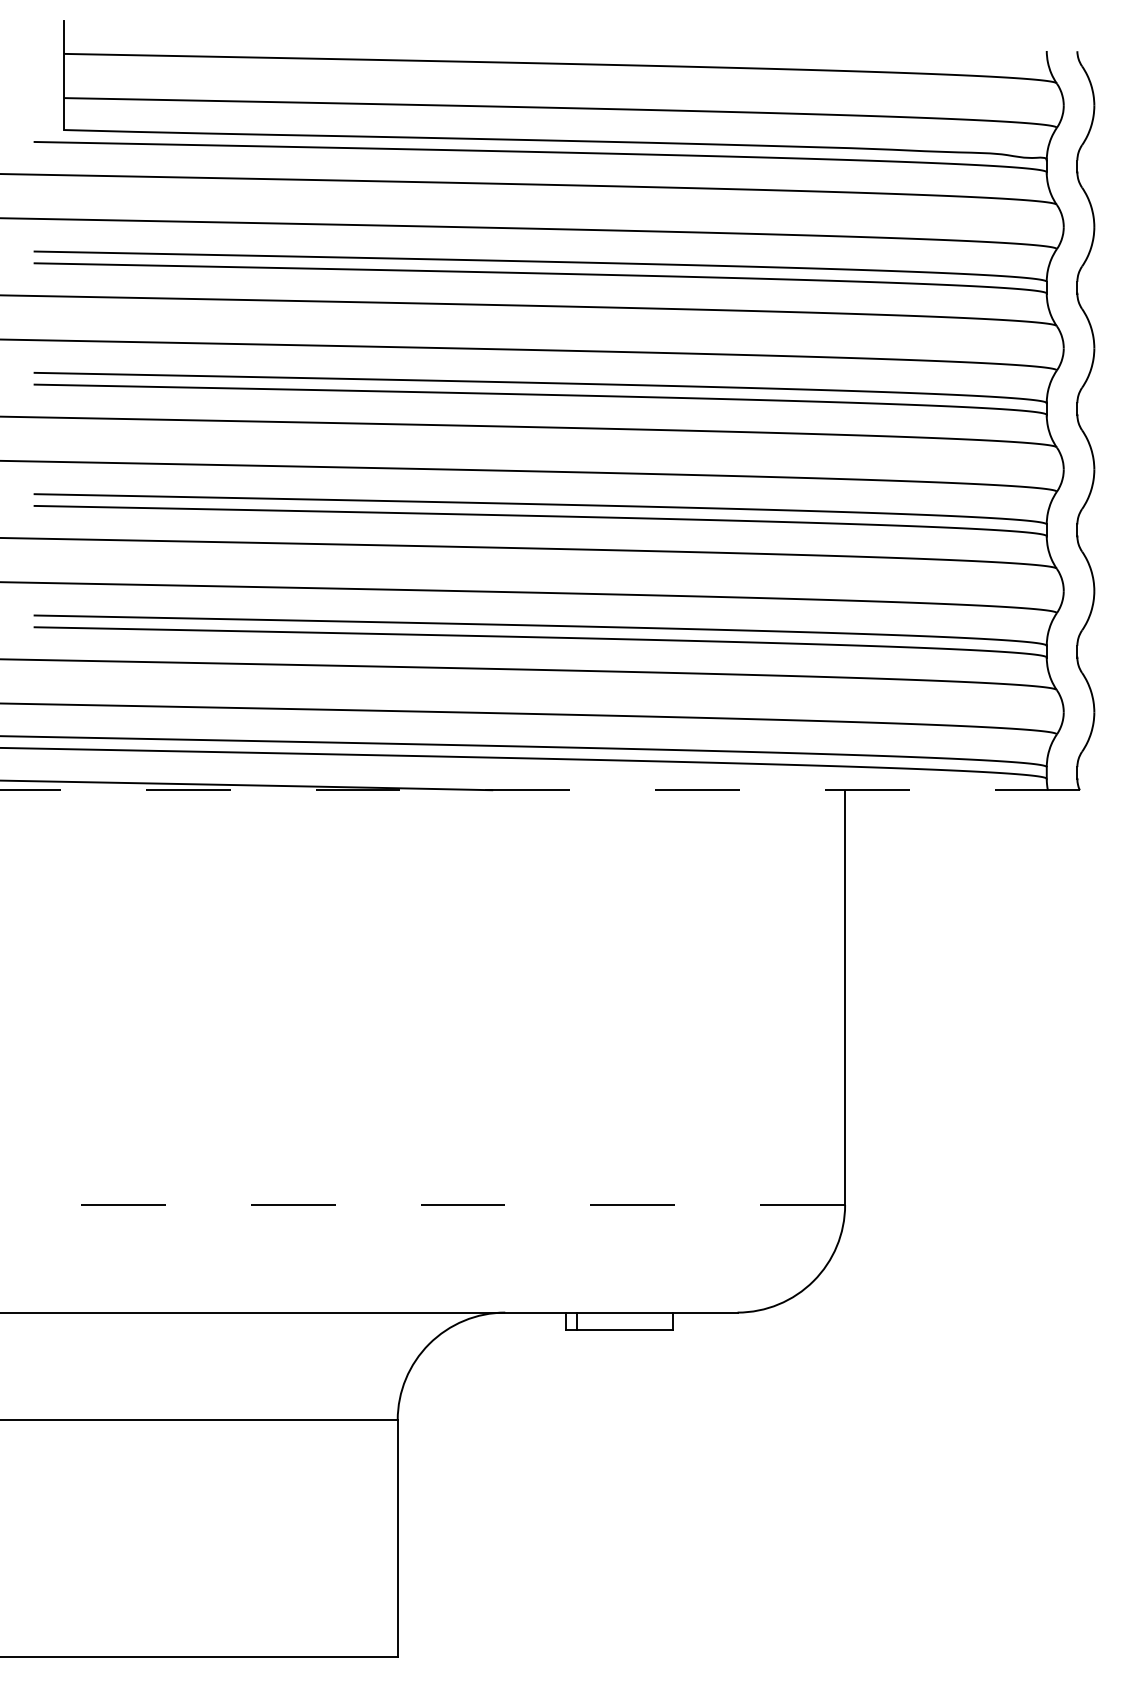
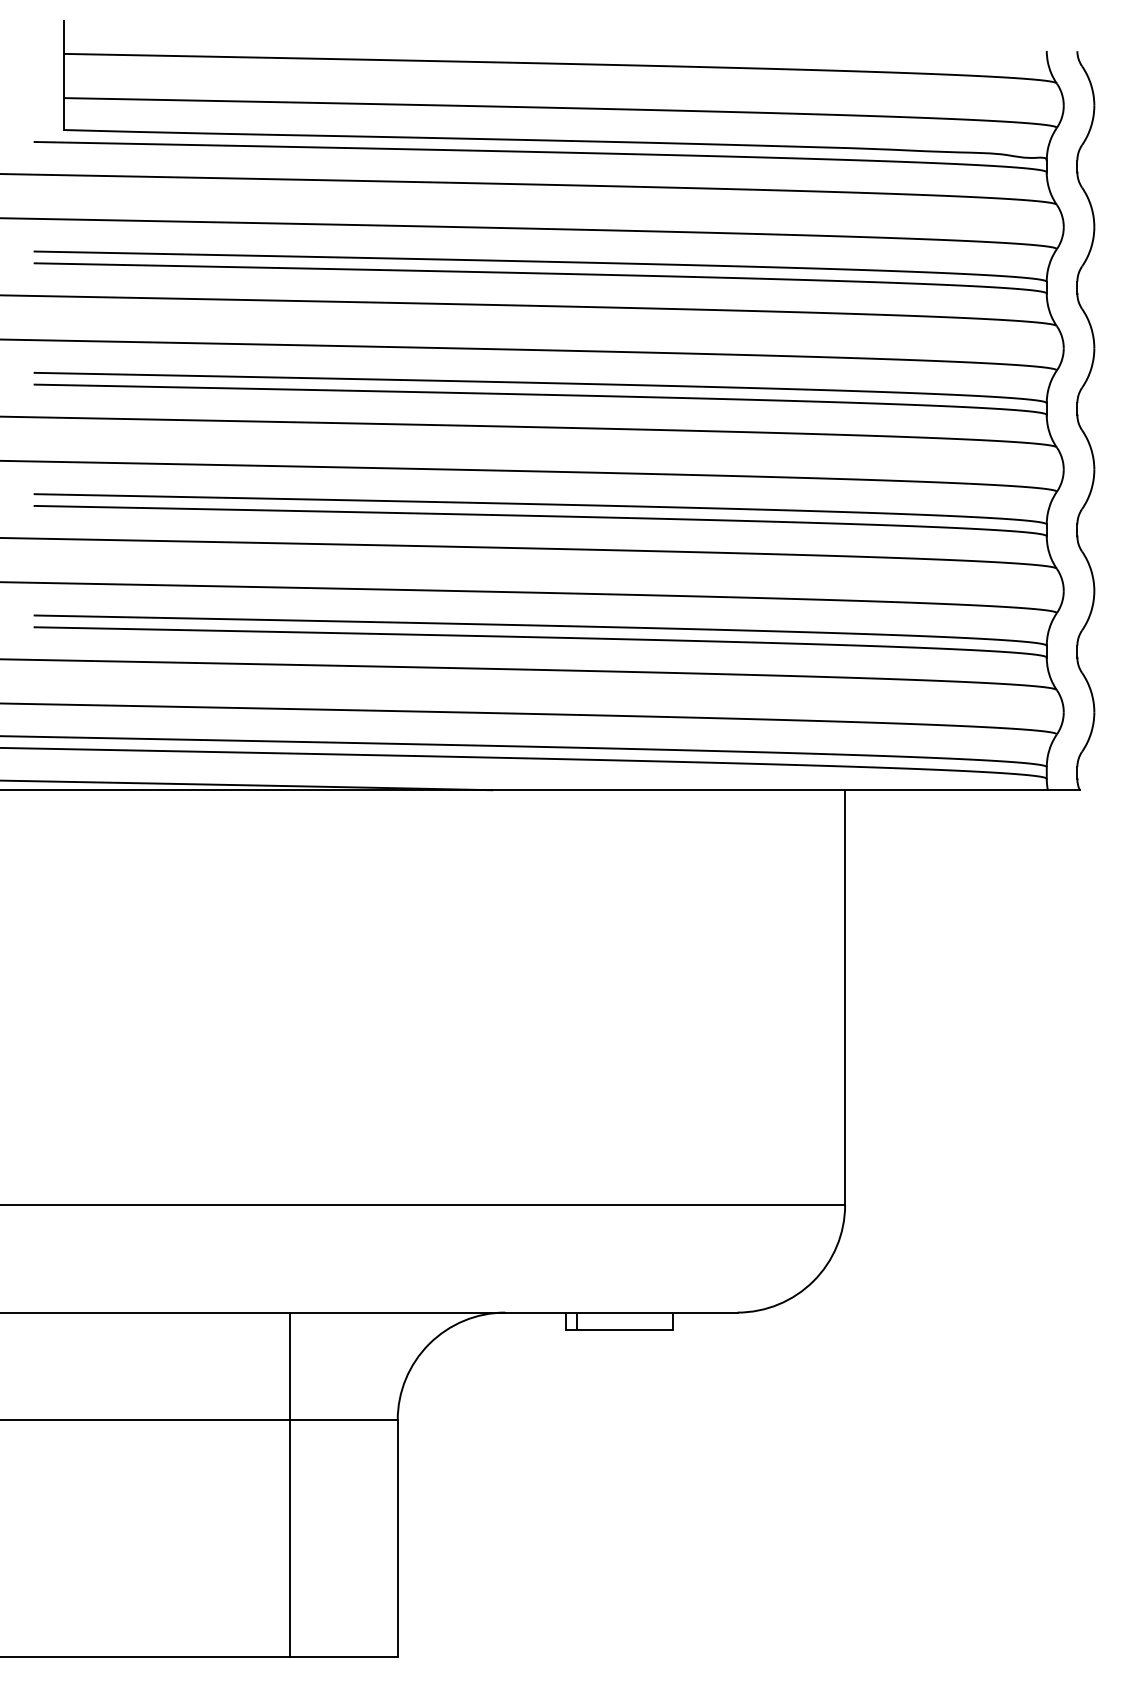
line at (539, 790): dashed -> solid
line at (422, 1205): dashed -> solid
line at (290, 1484): none -> present
